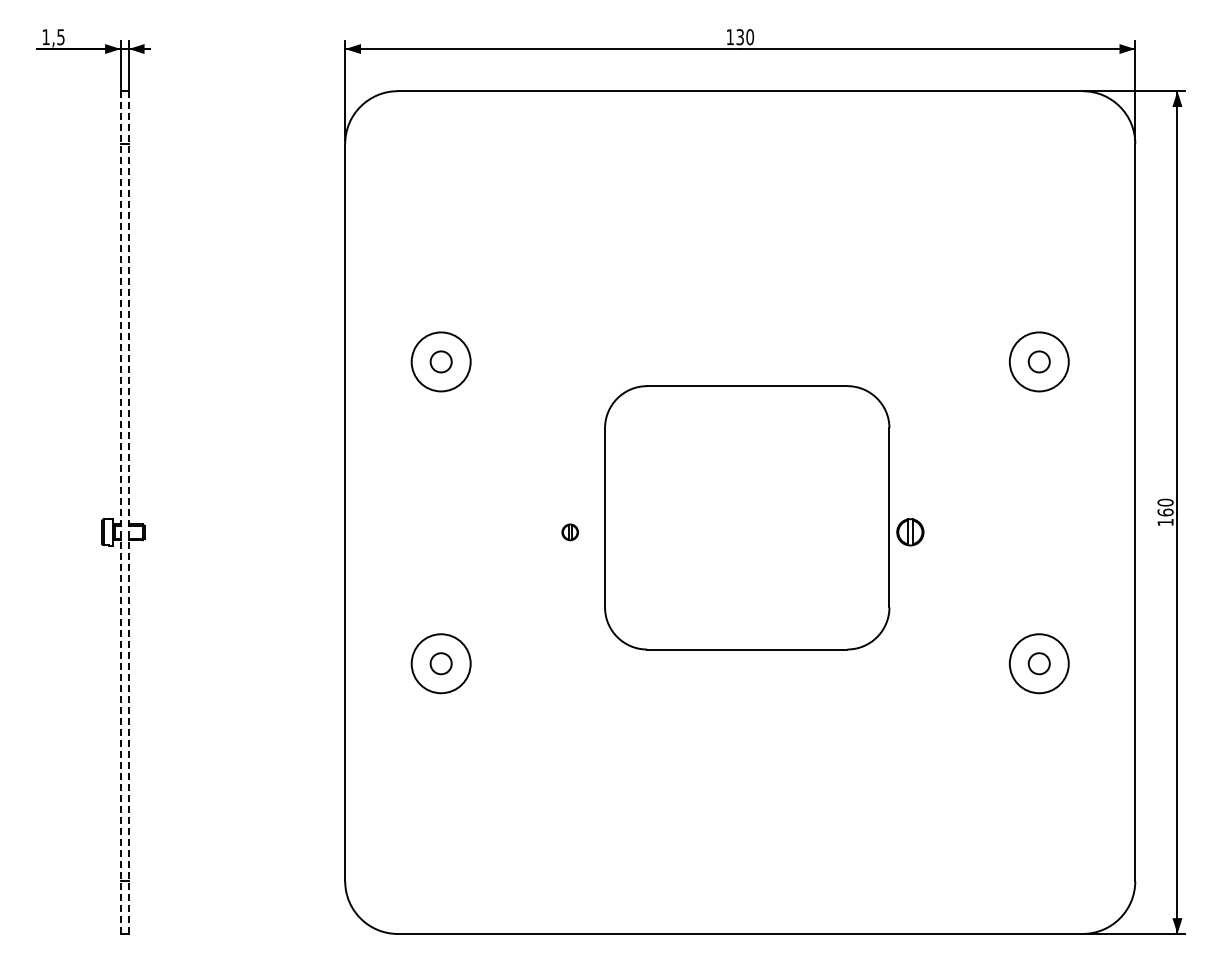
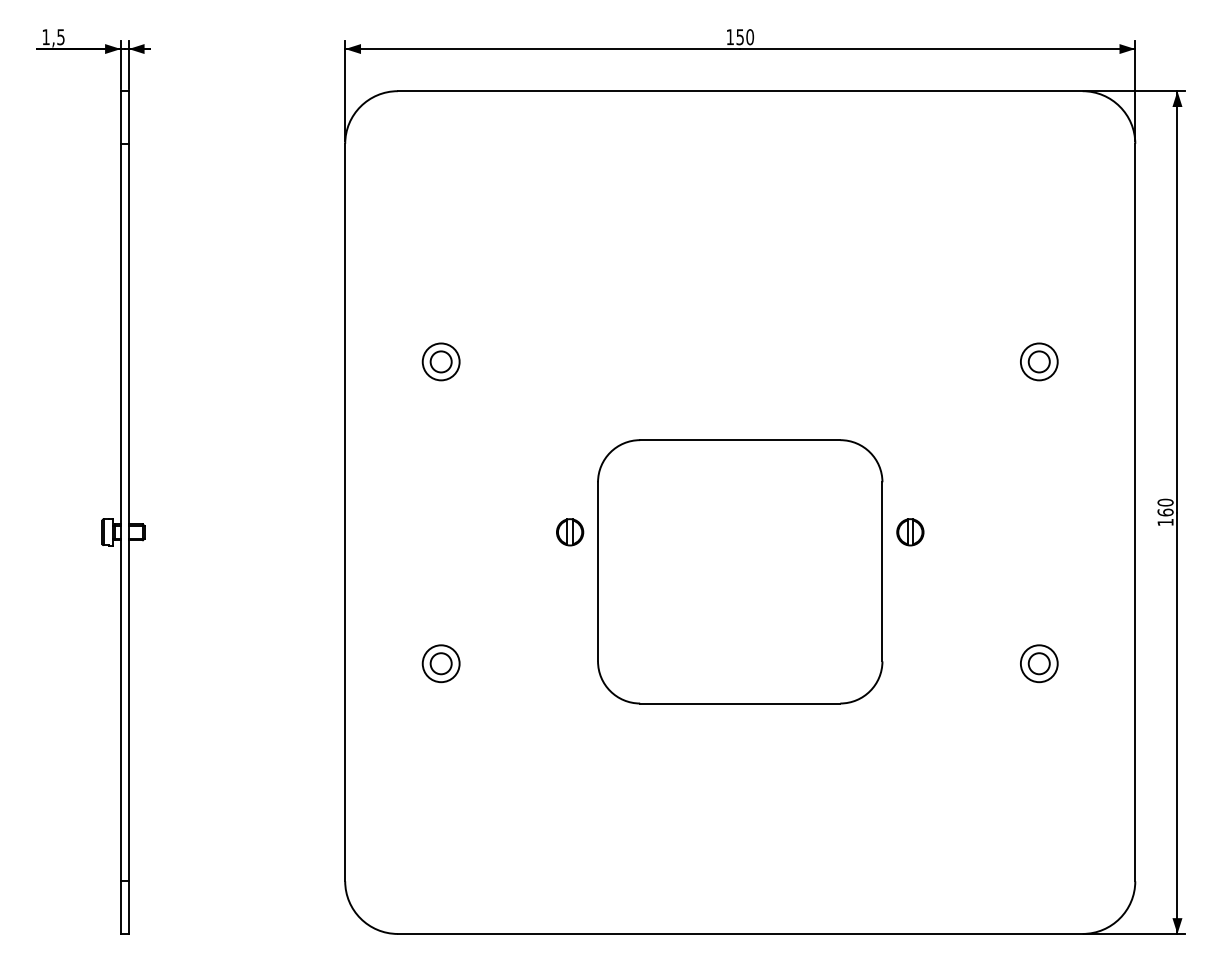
text at (739, 36): 130 -> 150
circle at (440, 361) diameter: 59 px -> 37 px
circle at (1038, 361) diameter: 59 px -> 37 px
line at (120, 512): dashed -> solid
line at (128, 512): dashed -> solid
part at (747, 517) position: (747, 517) -> (740, 571)
part at (569, 532) size: 18x19 px -> 29x29 px
circle at (440, 663) diameter: 59 px -> 37 px
circle at (1038, 663) diameter: 59 px -> 37 px
